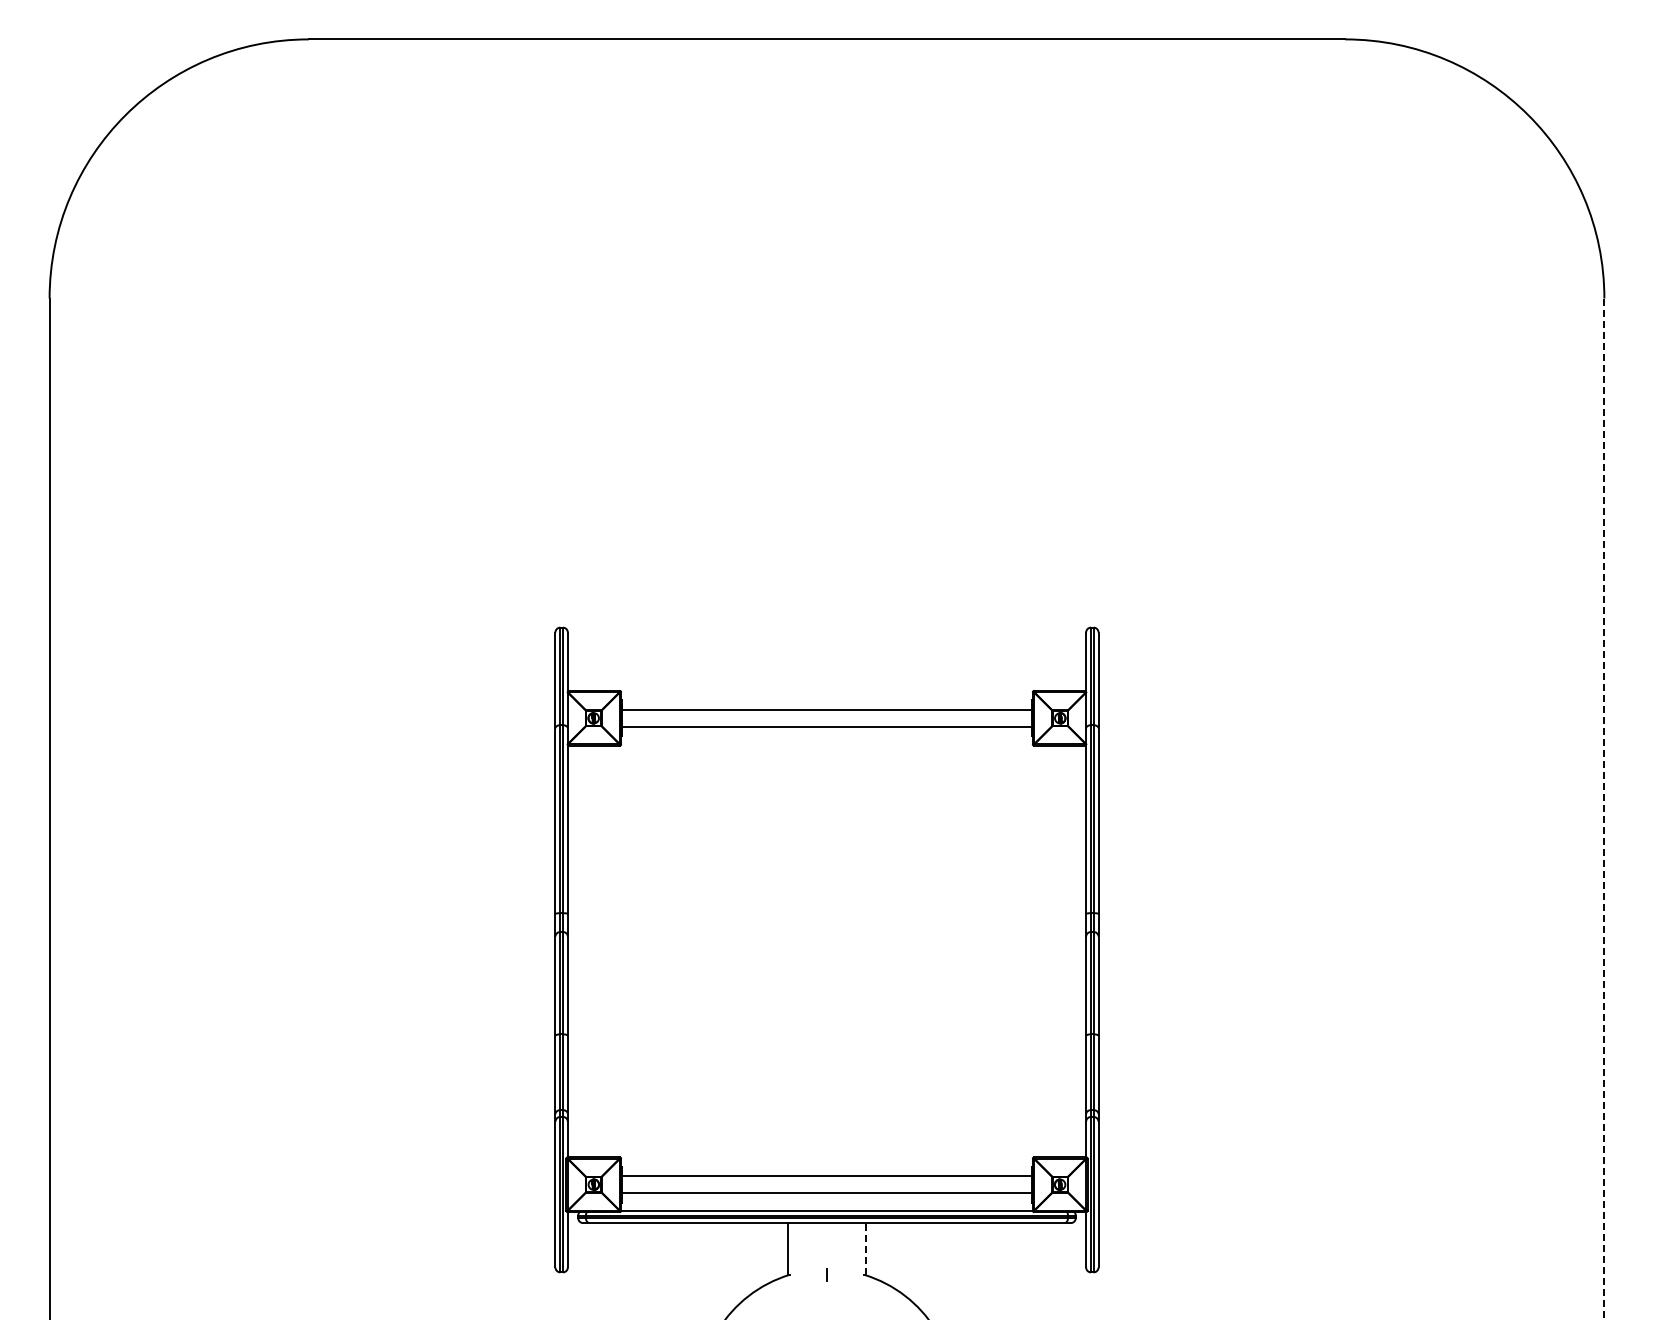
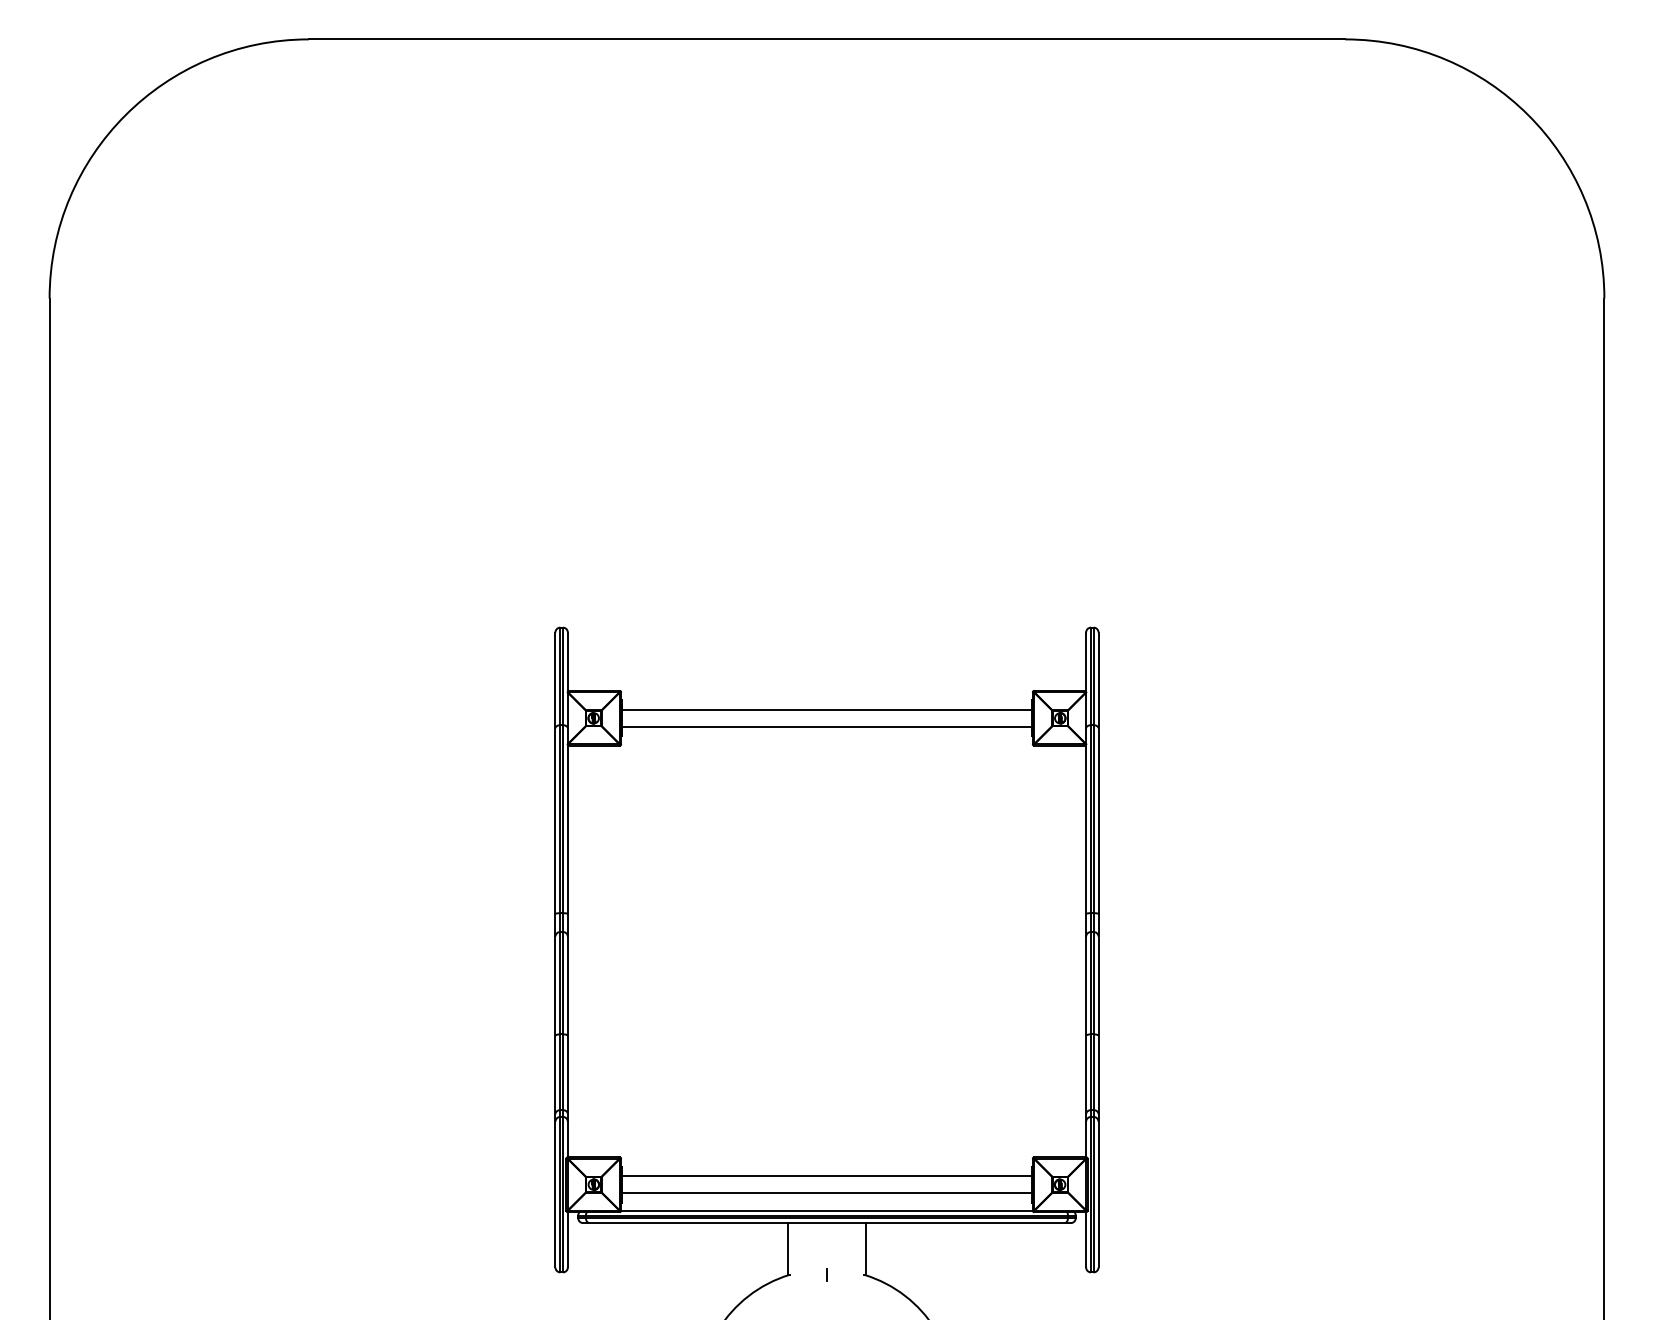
line at (1604, 809): dashed -> solid
line at (865, 1249): dashed -> solid
